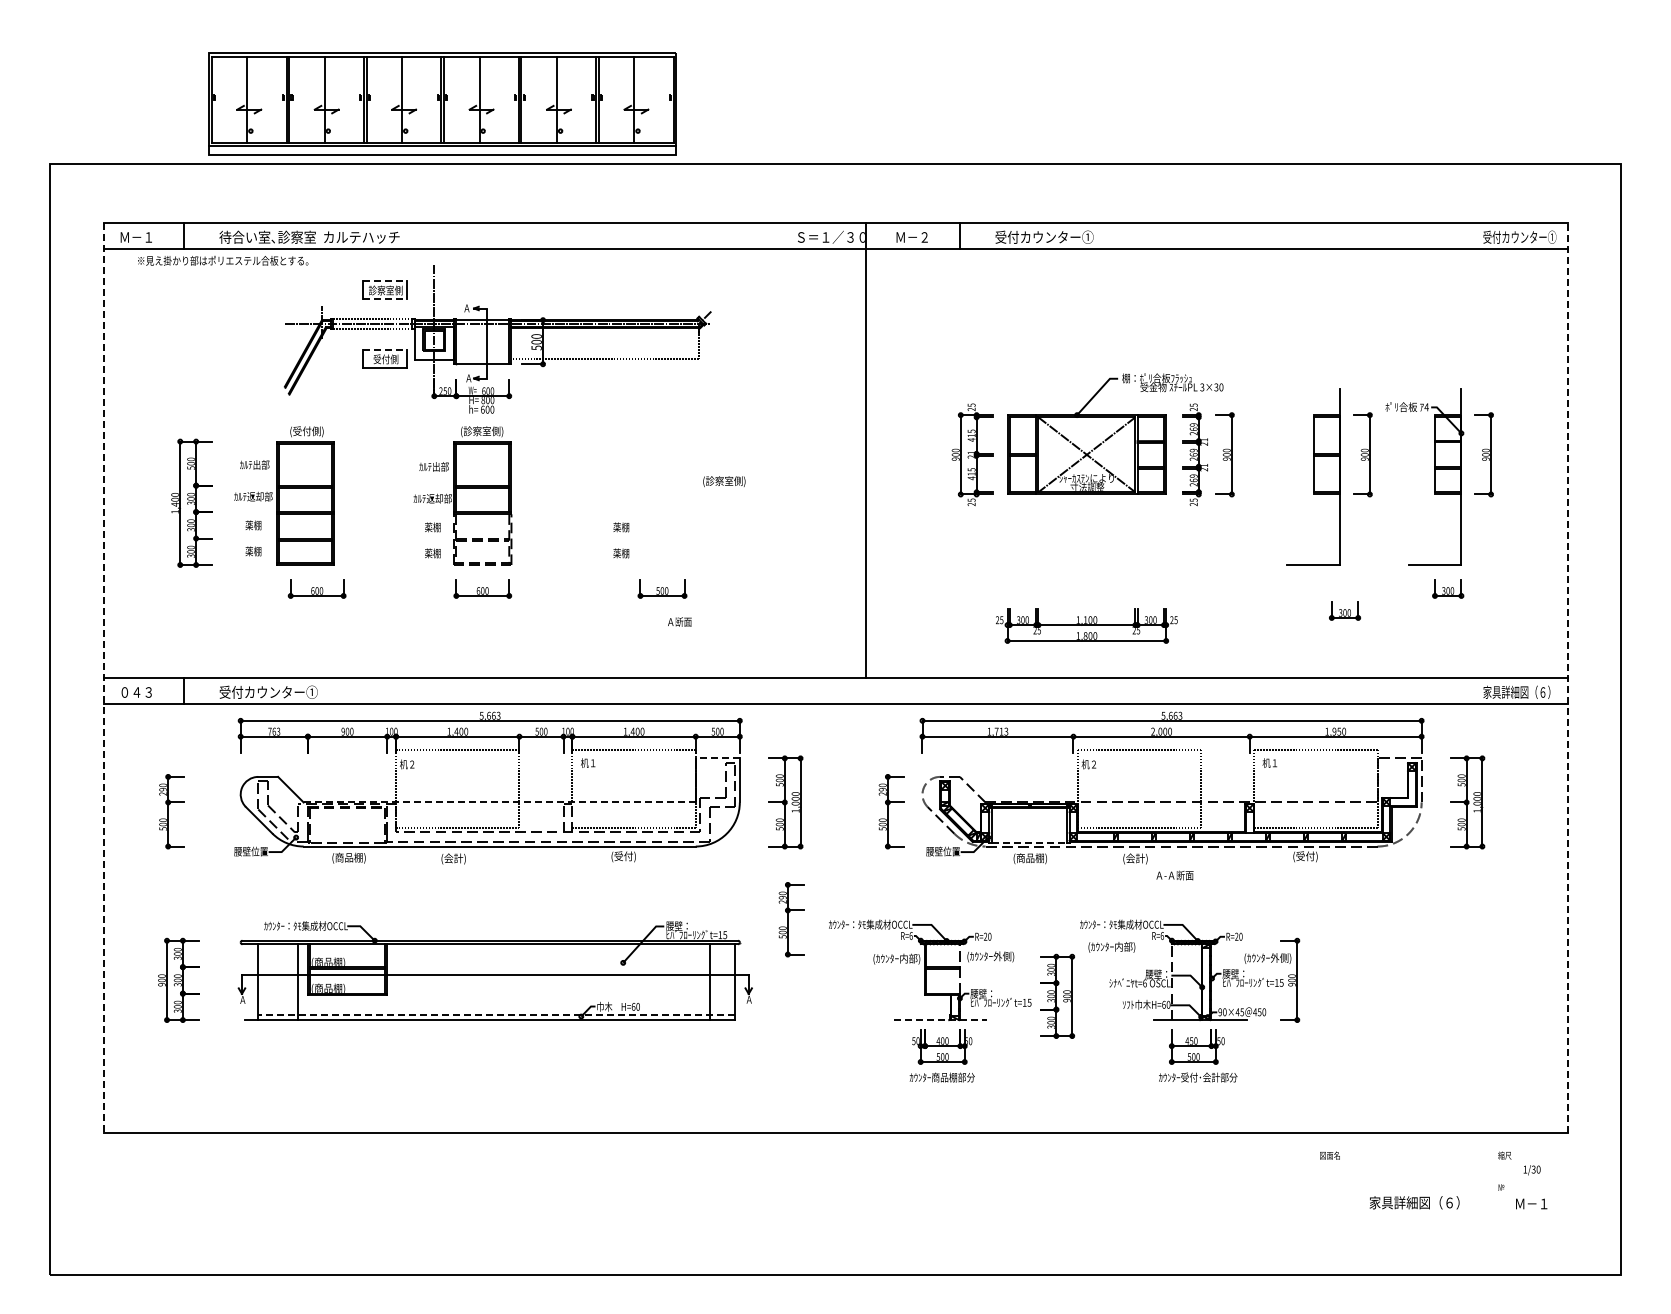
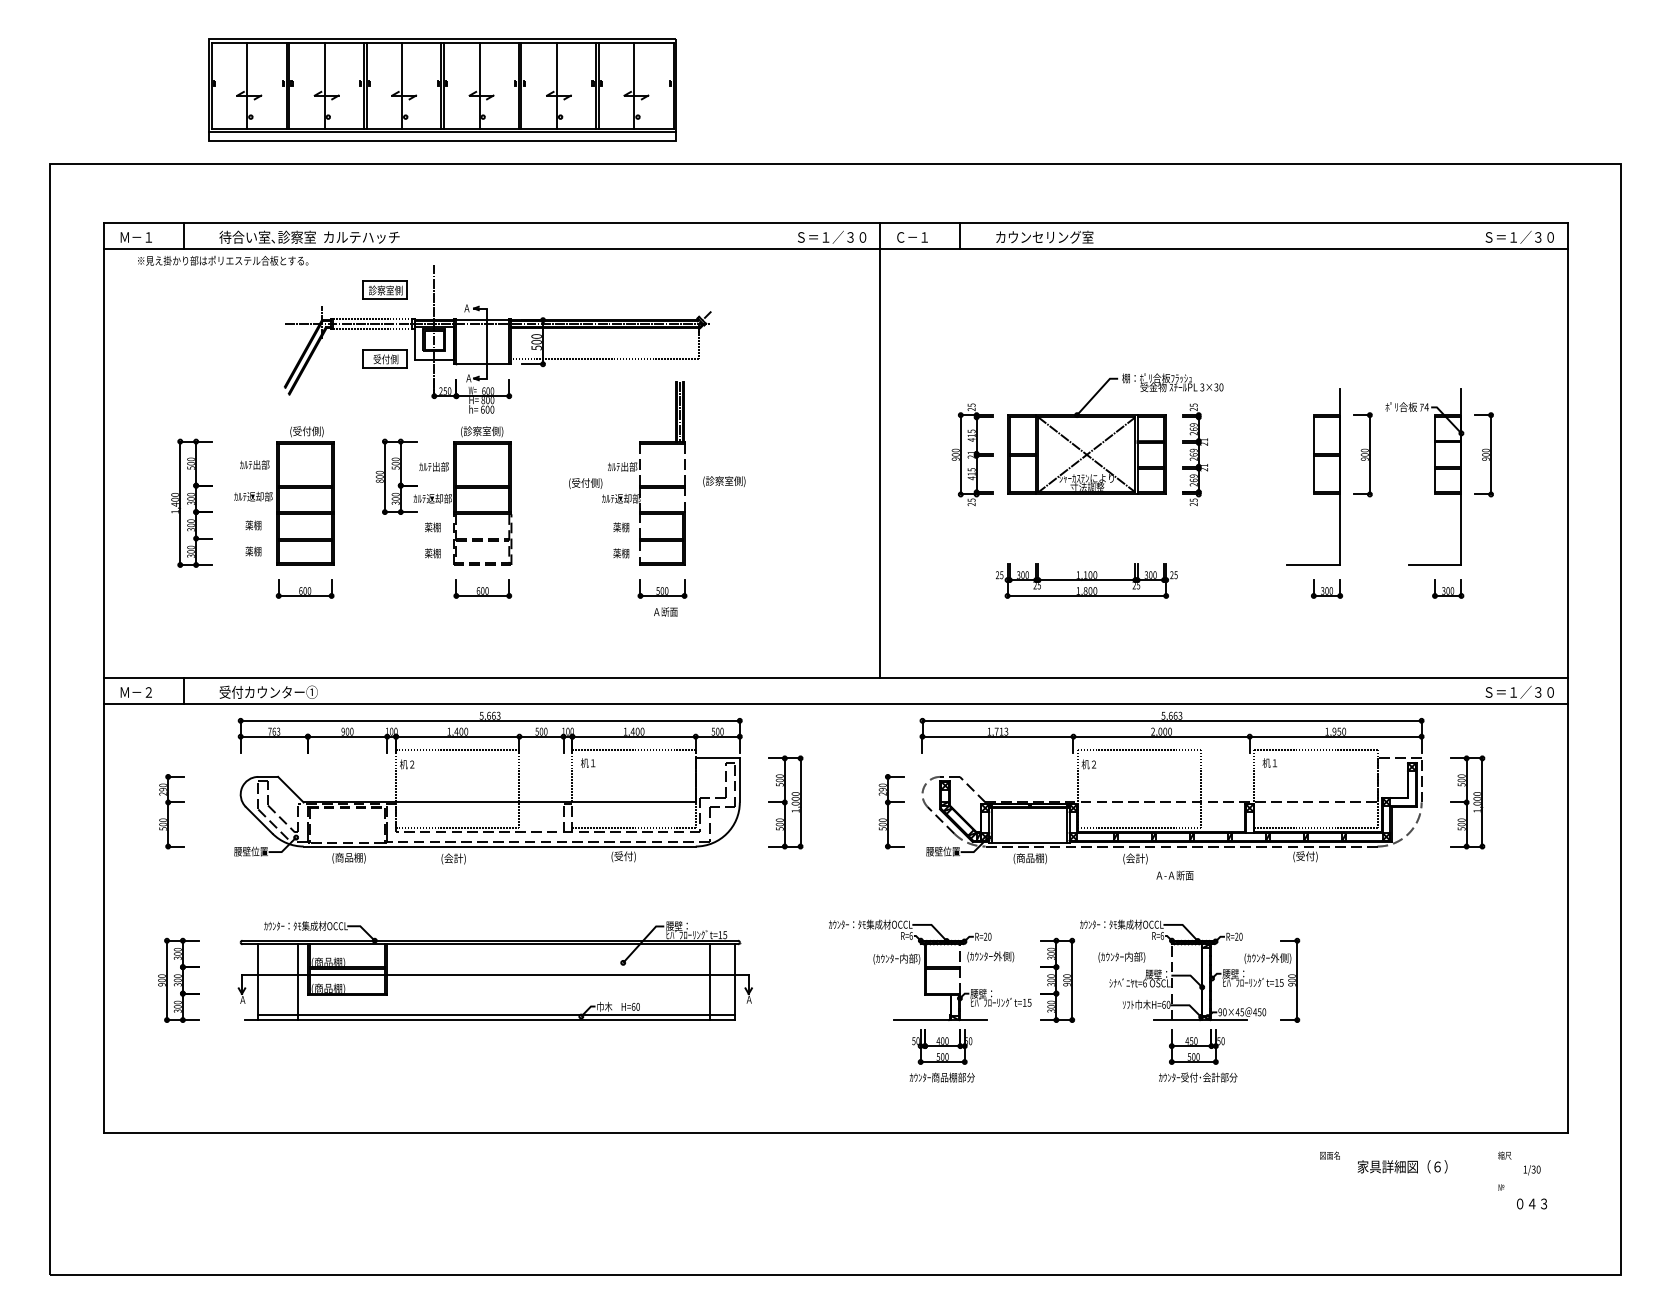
part at (442, 103) position: (442, 103) -> (442, 89)
text at (1044, 236): 受付カウンター① -> カウンセリング室
text at (1519, 236): 受付カウンター① -> Ｓ＝１／３０
text at (911, 237): Ｍ－２ -> Ｃ－１
line at (385, 281): dashed -> solid
line at (385, 299): dashed -> solid
line at (385, 350): dashed -> solid
line at (866, 450) position: (866, 450) -> (880, 450)
part at (1224, 454): present -> none
part at (627, 473): none -> present
part at (396, 476): none -> present
part at (316, 588) position: (316, 588) -> (304, 588)
part at (1344, 610) position: (1344, 610) -> (1326, 588)
text at (679, 621) position: (679, 621) -> (665, 611)
part at (1086, 625) position: (1086, 625) -> (1086, 580)
line at (1567, 677): dashed -> solid
line at (104, 678): dashed -> solid
text at (1518, 691): 家具詳細図（６） -> Ｓ＝１／３０
text at (135, 692): ０４３ -> Ｍ－２
line at (717, 758): dashed -> solid
line at (500, 802): dashed -> solid
line at (1029, 842): dashed -> solid
part at (791, 919): present -> none
text at (1111, 947) position: (1111, 947) -> (1121, 957)
part at (1057, 995) position: (1057, 995) -> (1057, 979)
line at (496, 1014): dashed -> solid
line at (940, 1020): dashed -> solid
text at (1414, 1202) position: (1414, 1202) -> (1402, 1166)
text at (1531, 1203): Ｍ－１ -> ０４３
